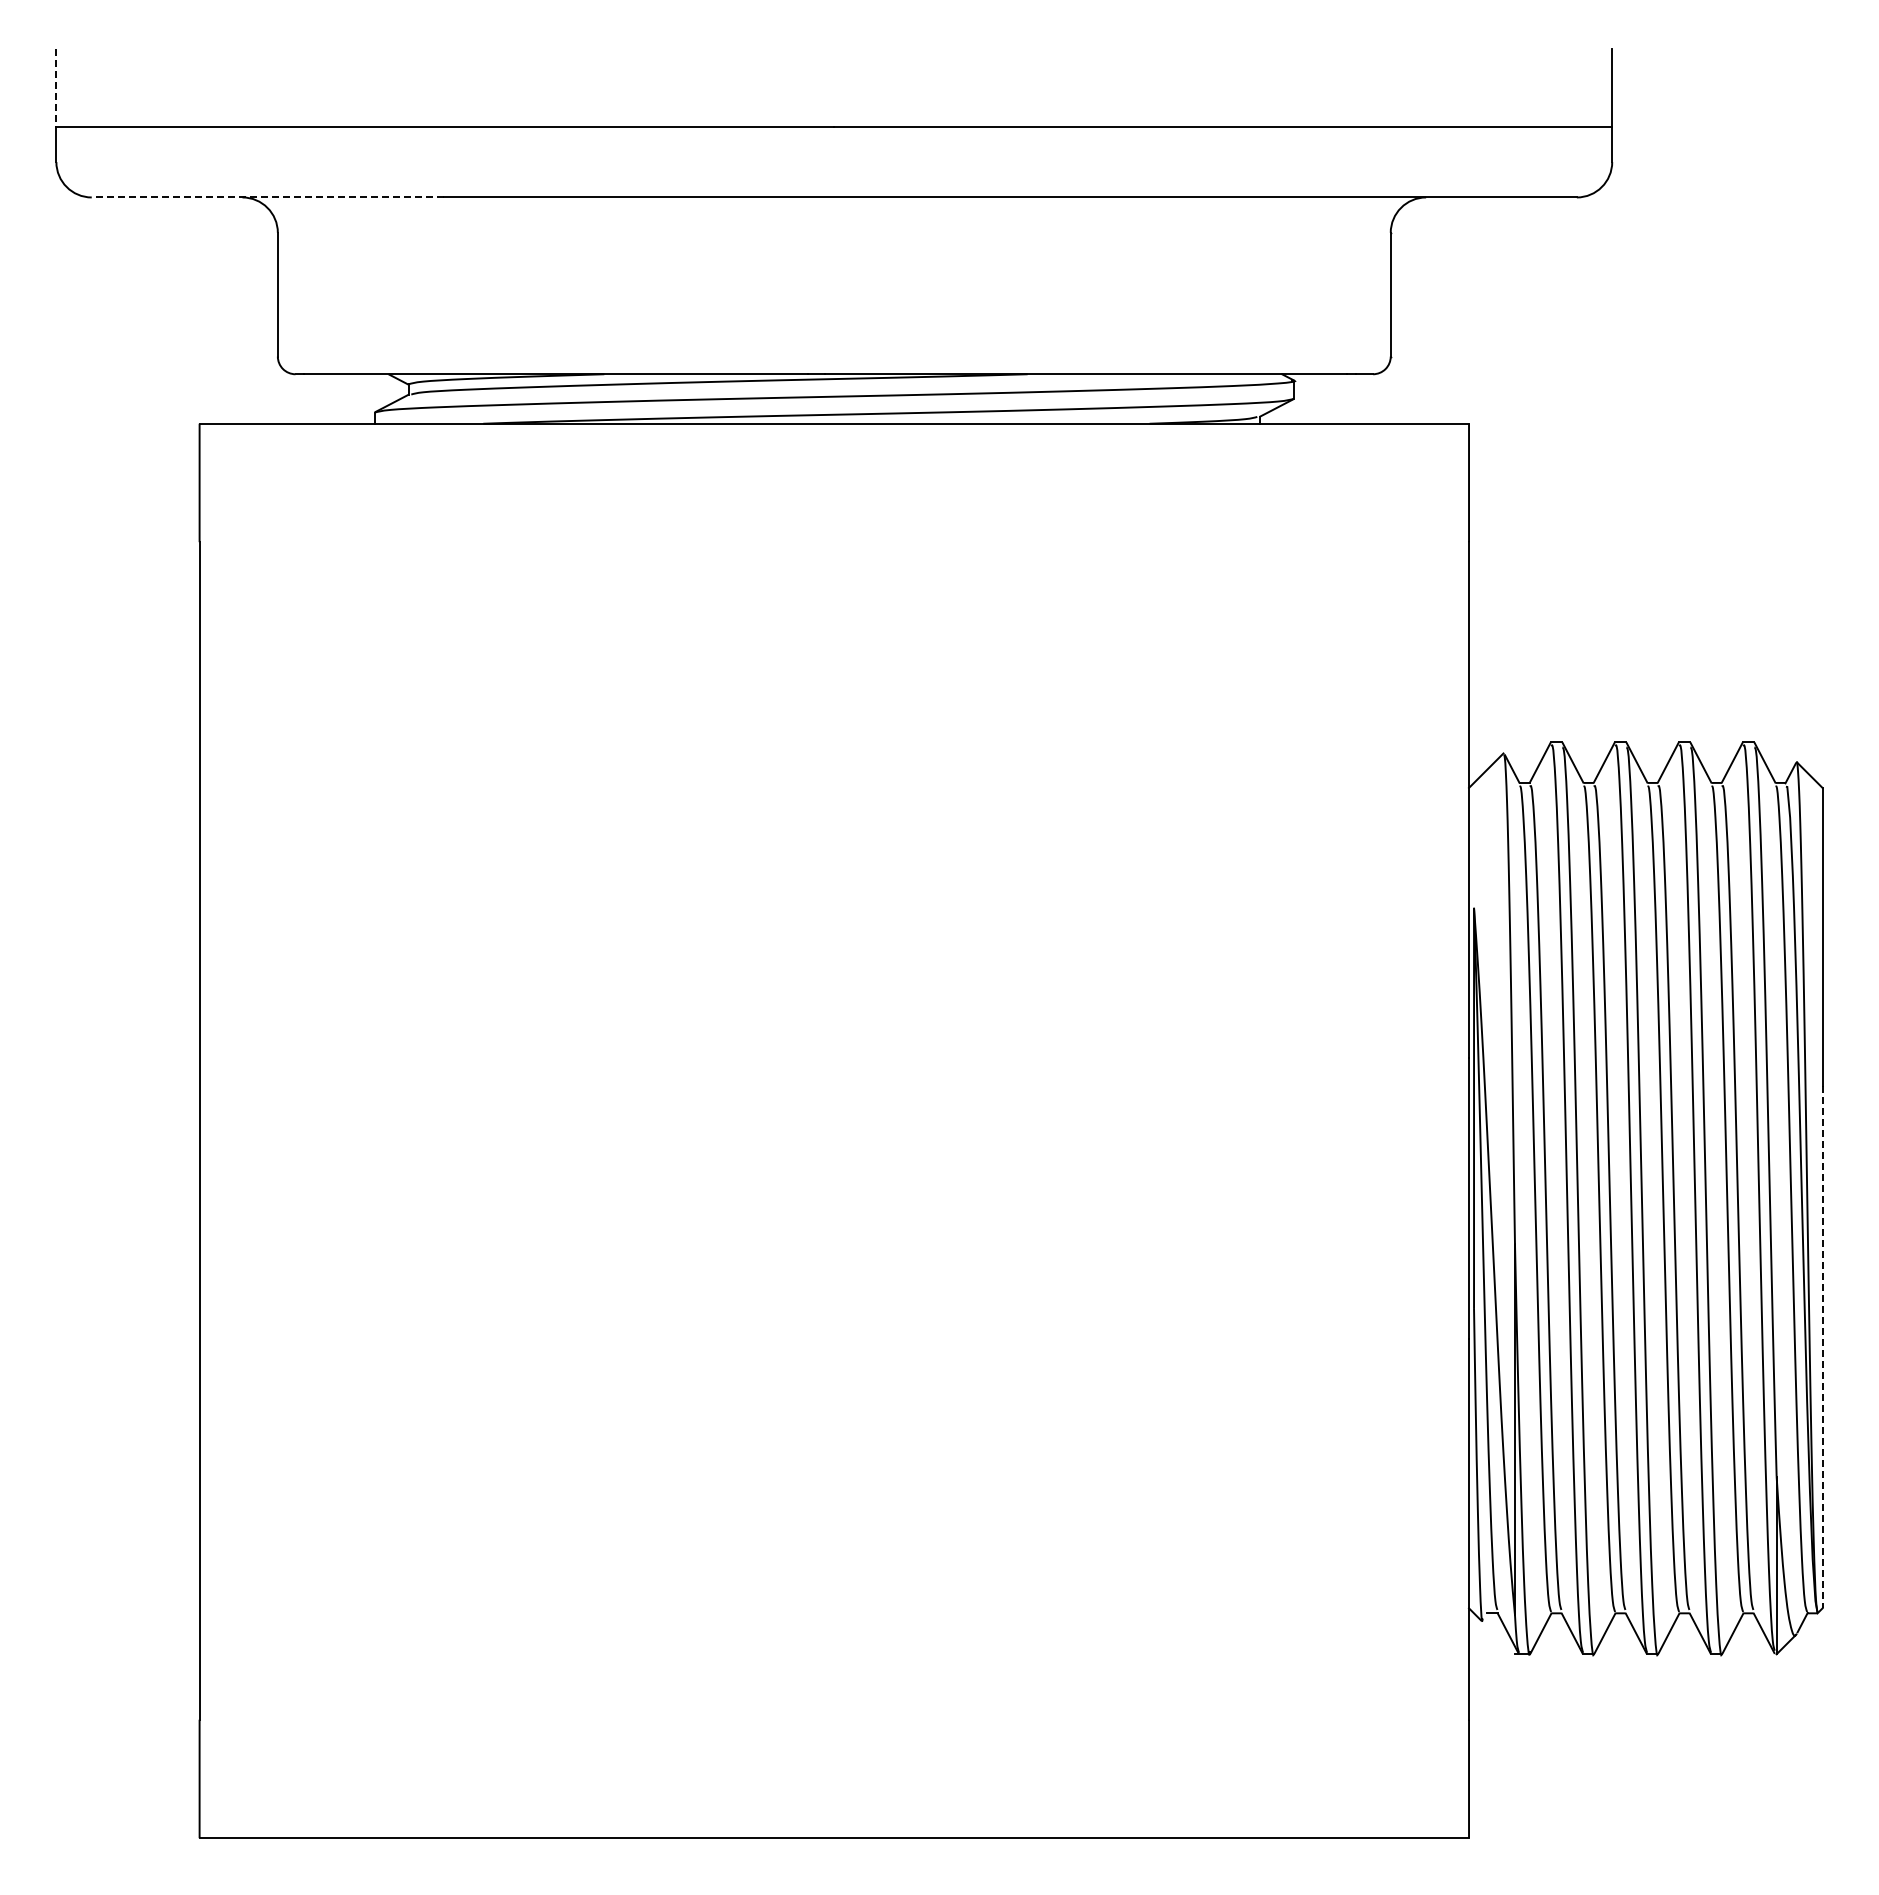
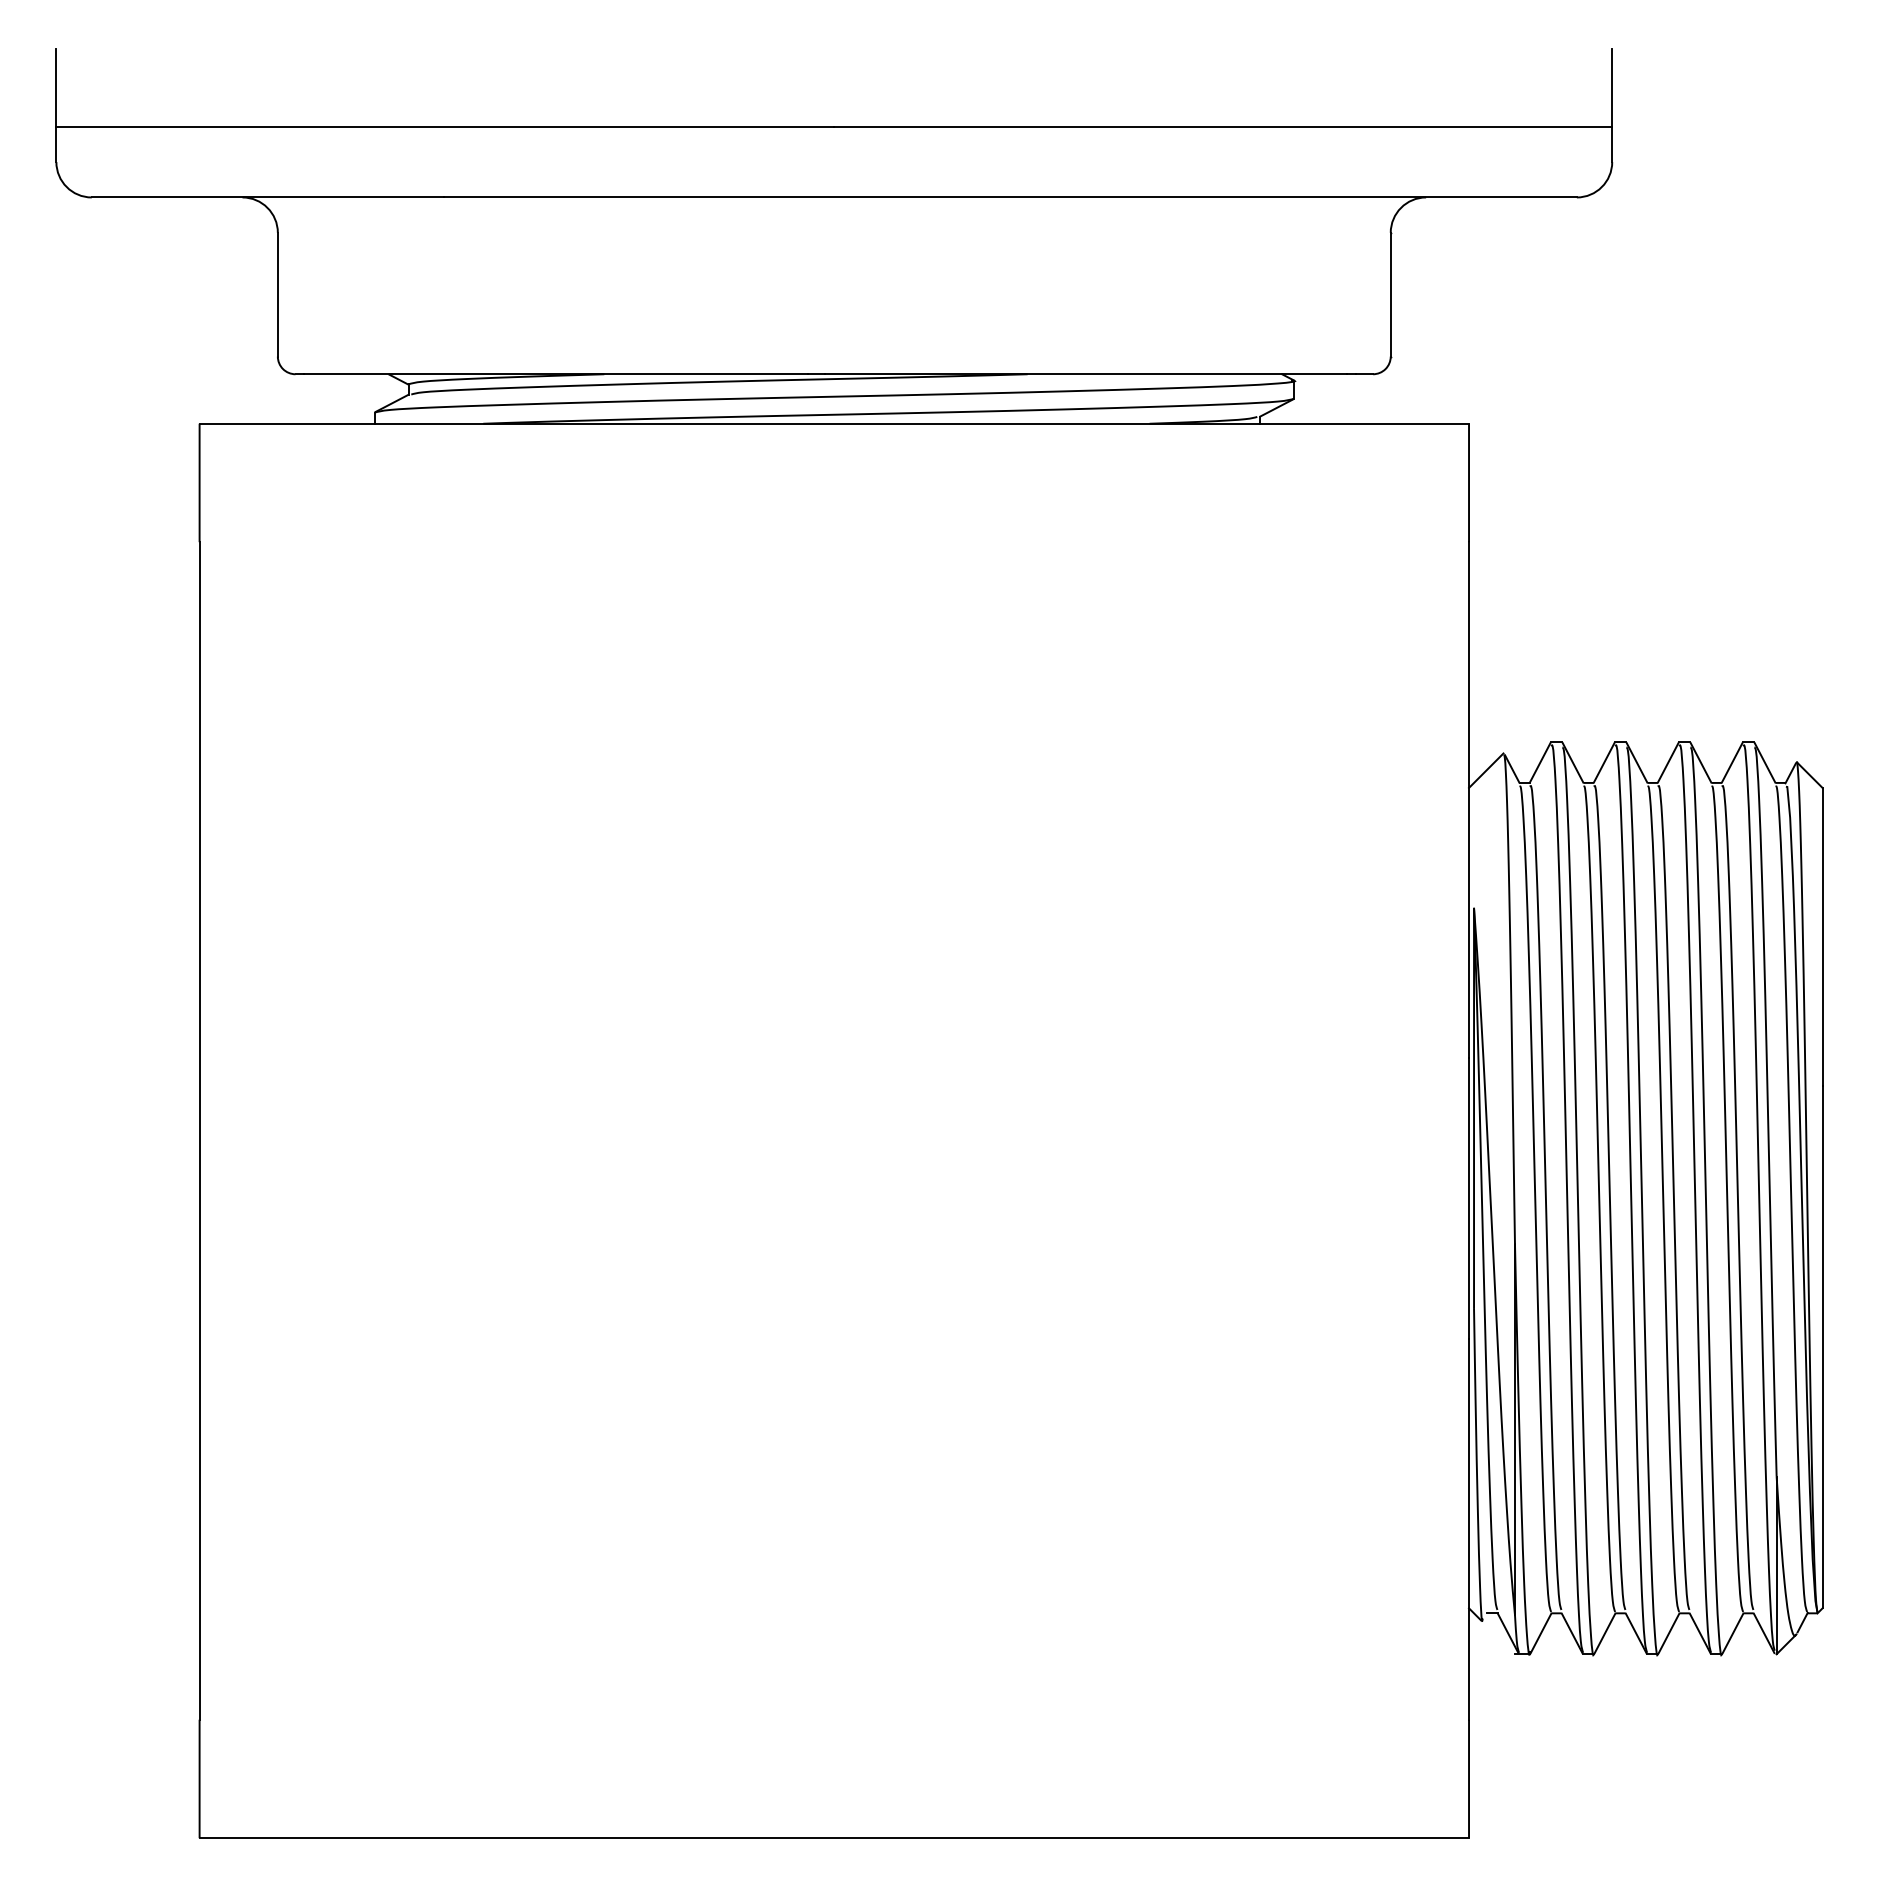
line at (56, 87): dashed -> solid
line at (267, 197): dashed -> solid
line at (1822, 1347): dashed -> solid
